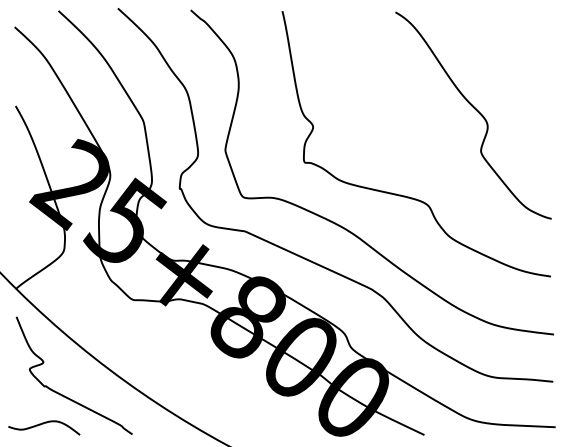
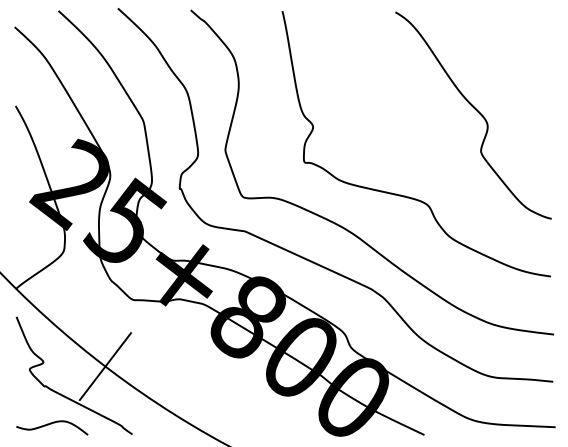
line at (105, 366): none -> present
curve at (43, 424) position: (43, 424) -> (51, 424)
